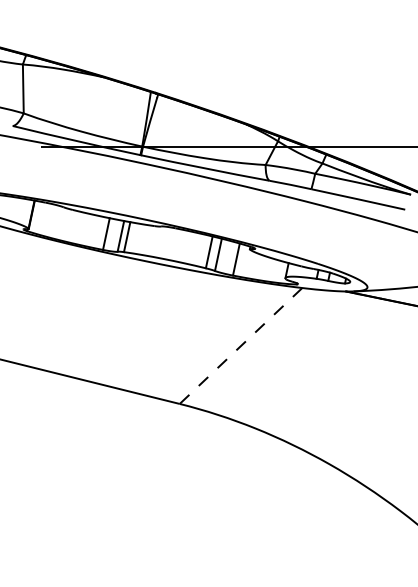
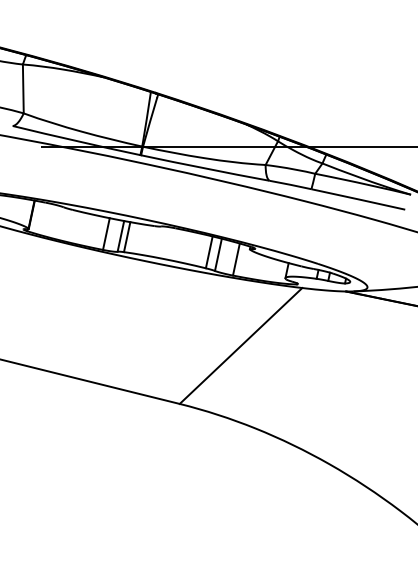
line at (240, 346): dashed -> solid
